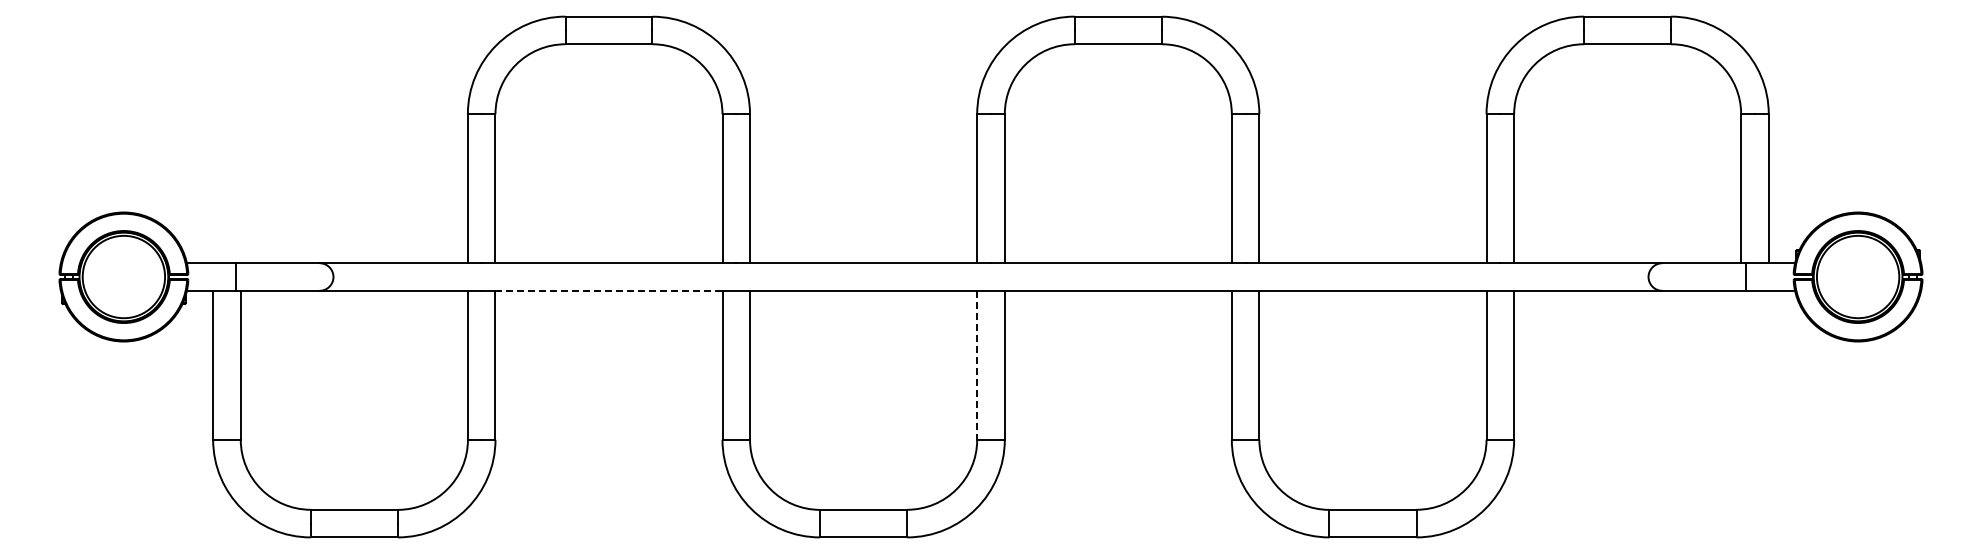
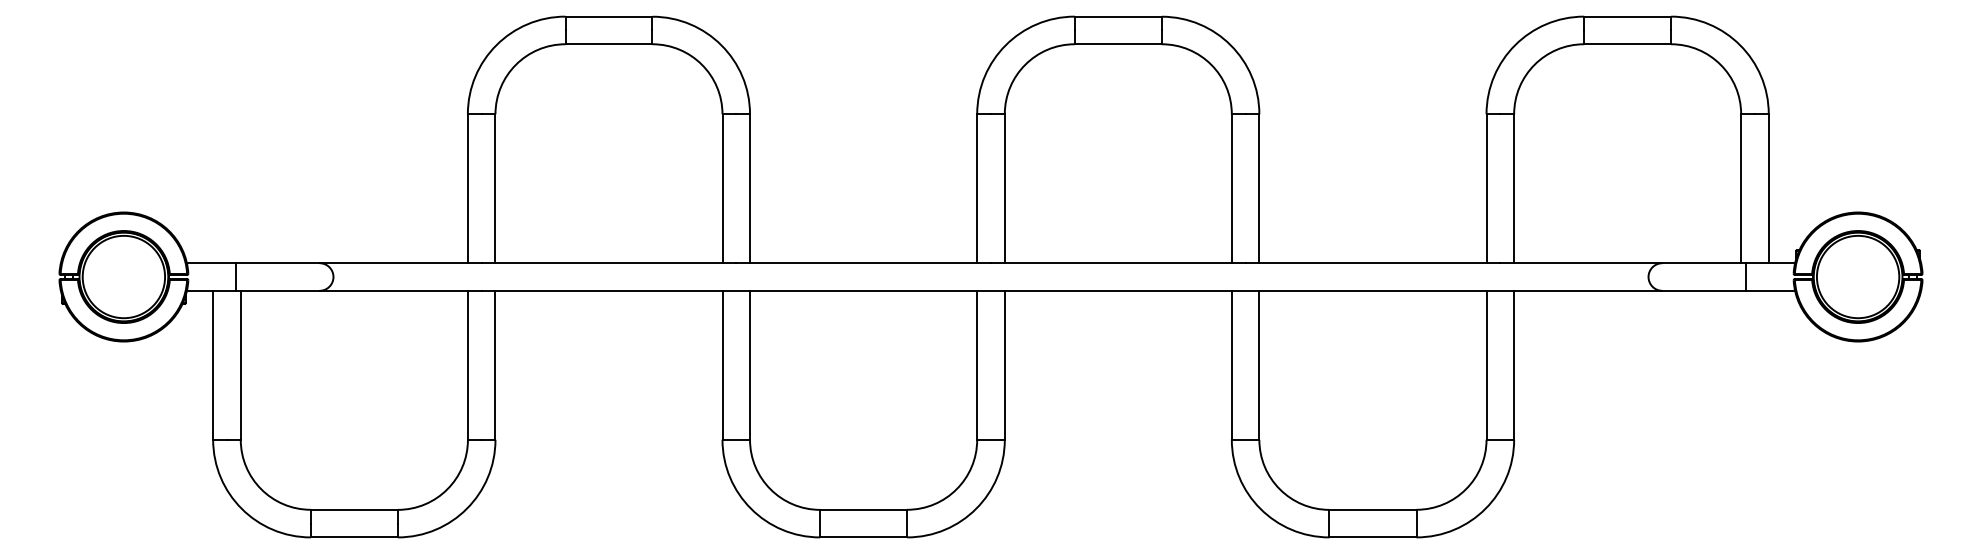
line at (608, 290): dashed -> solid
line at (977, 365): dashed -> solid
